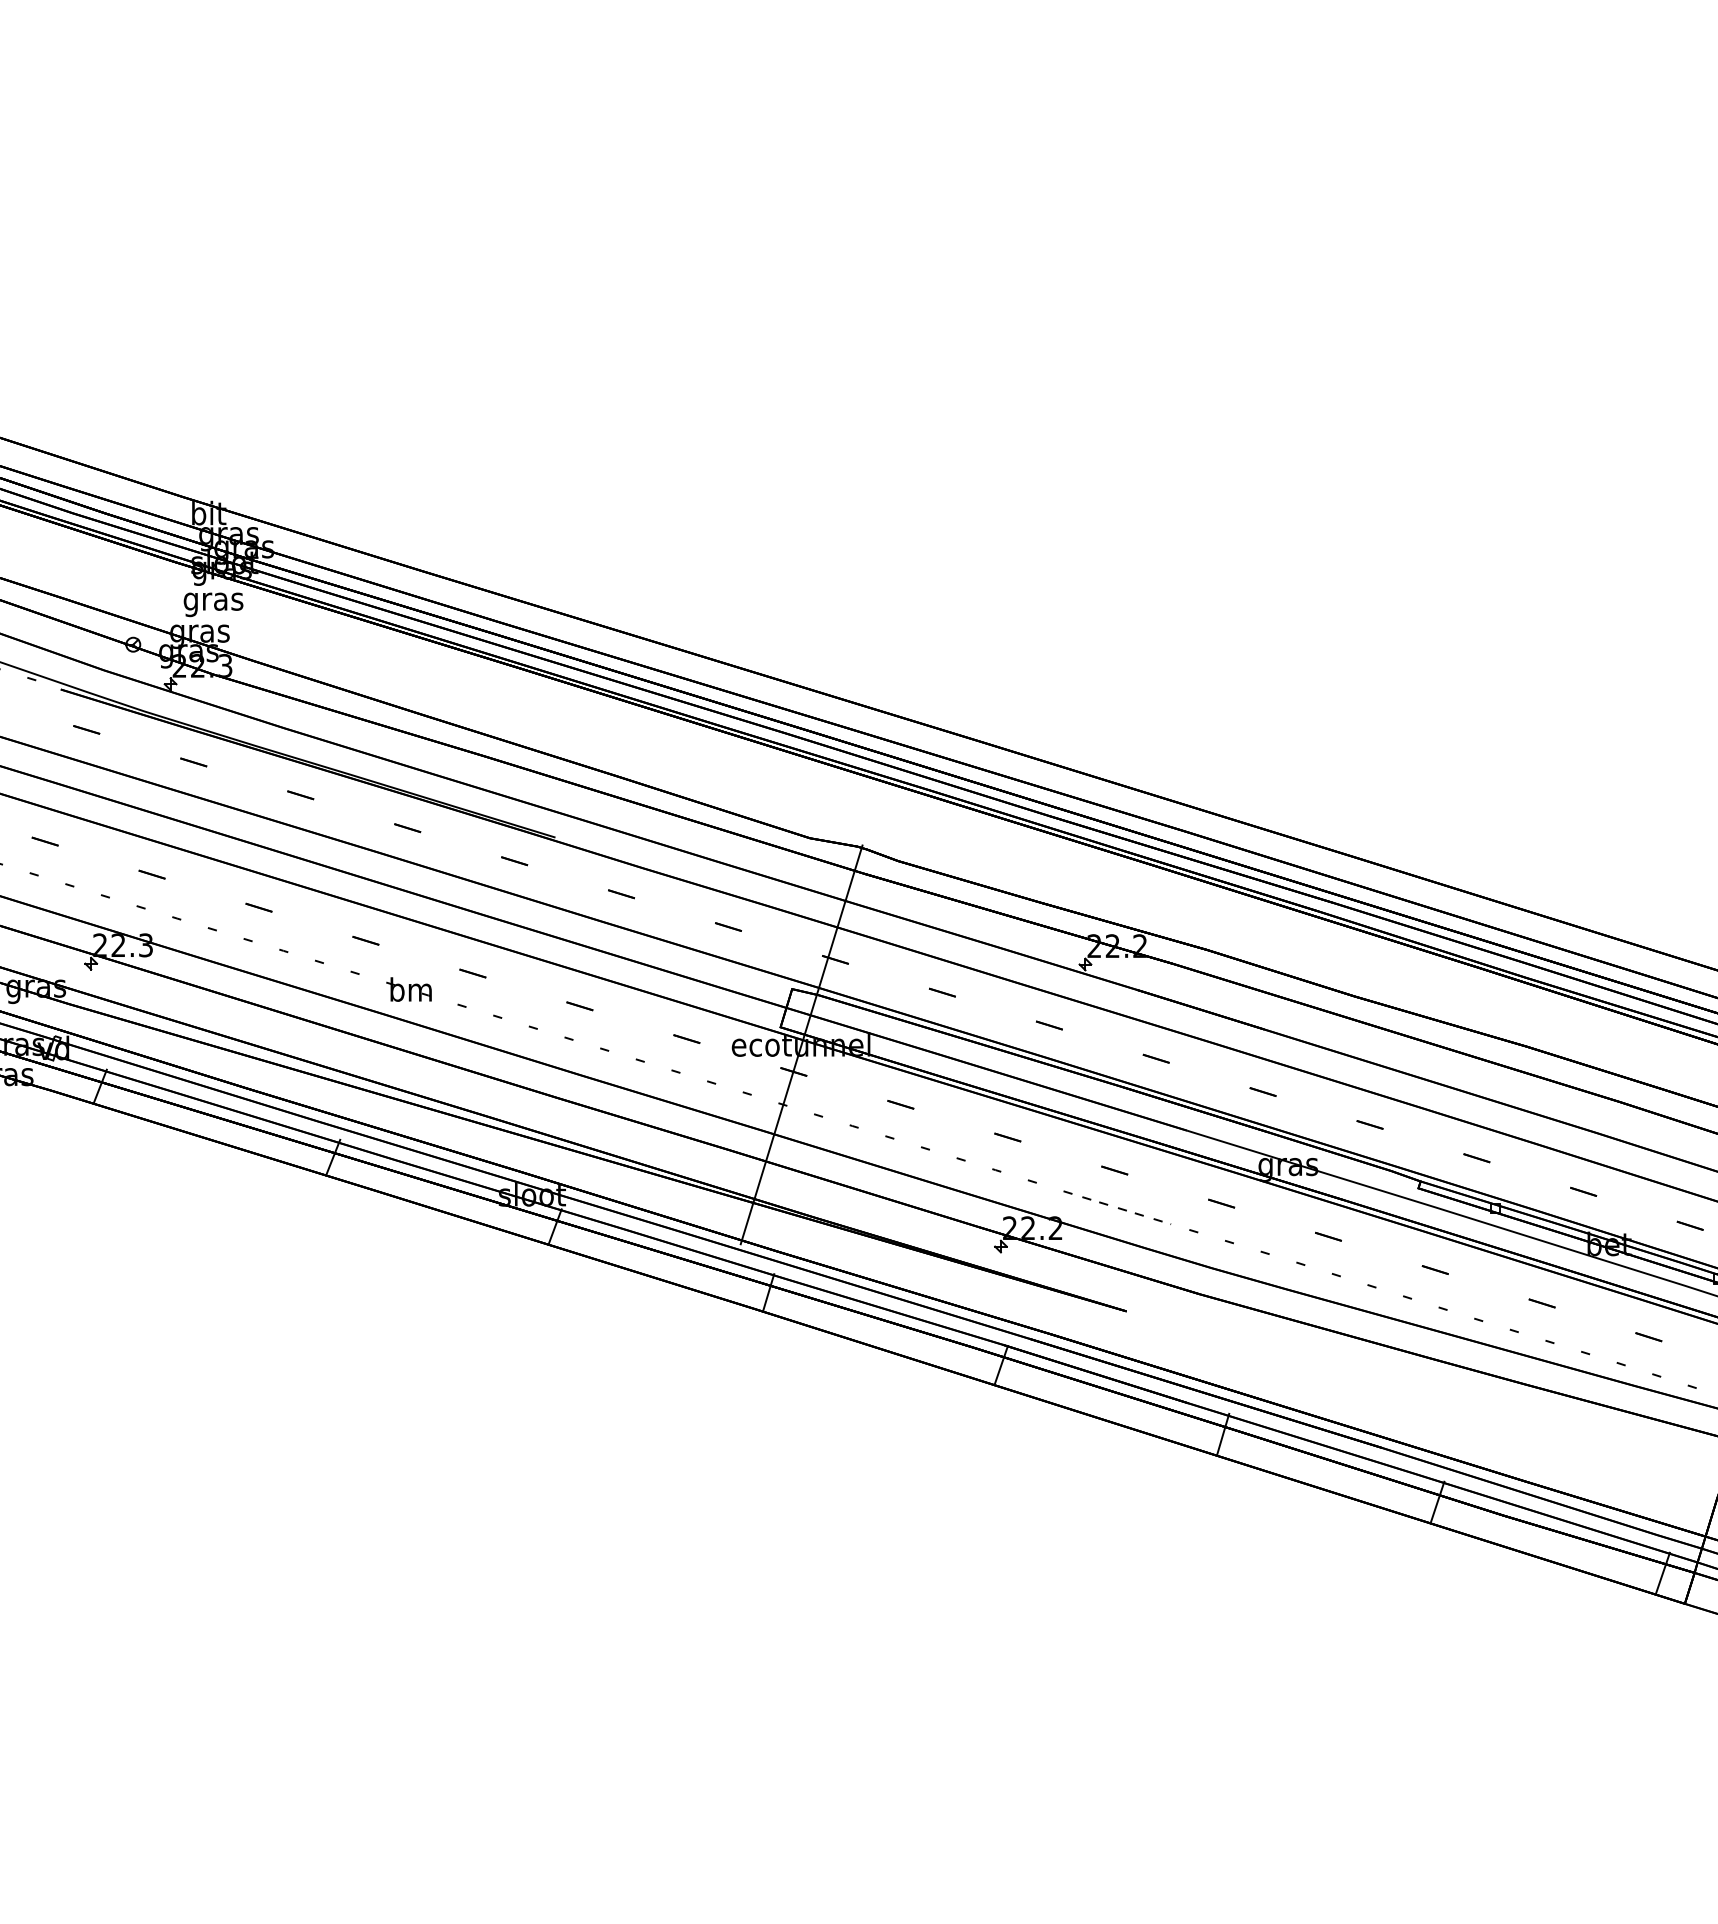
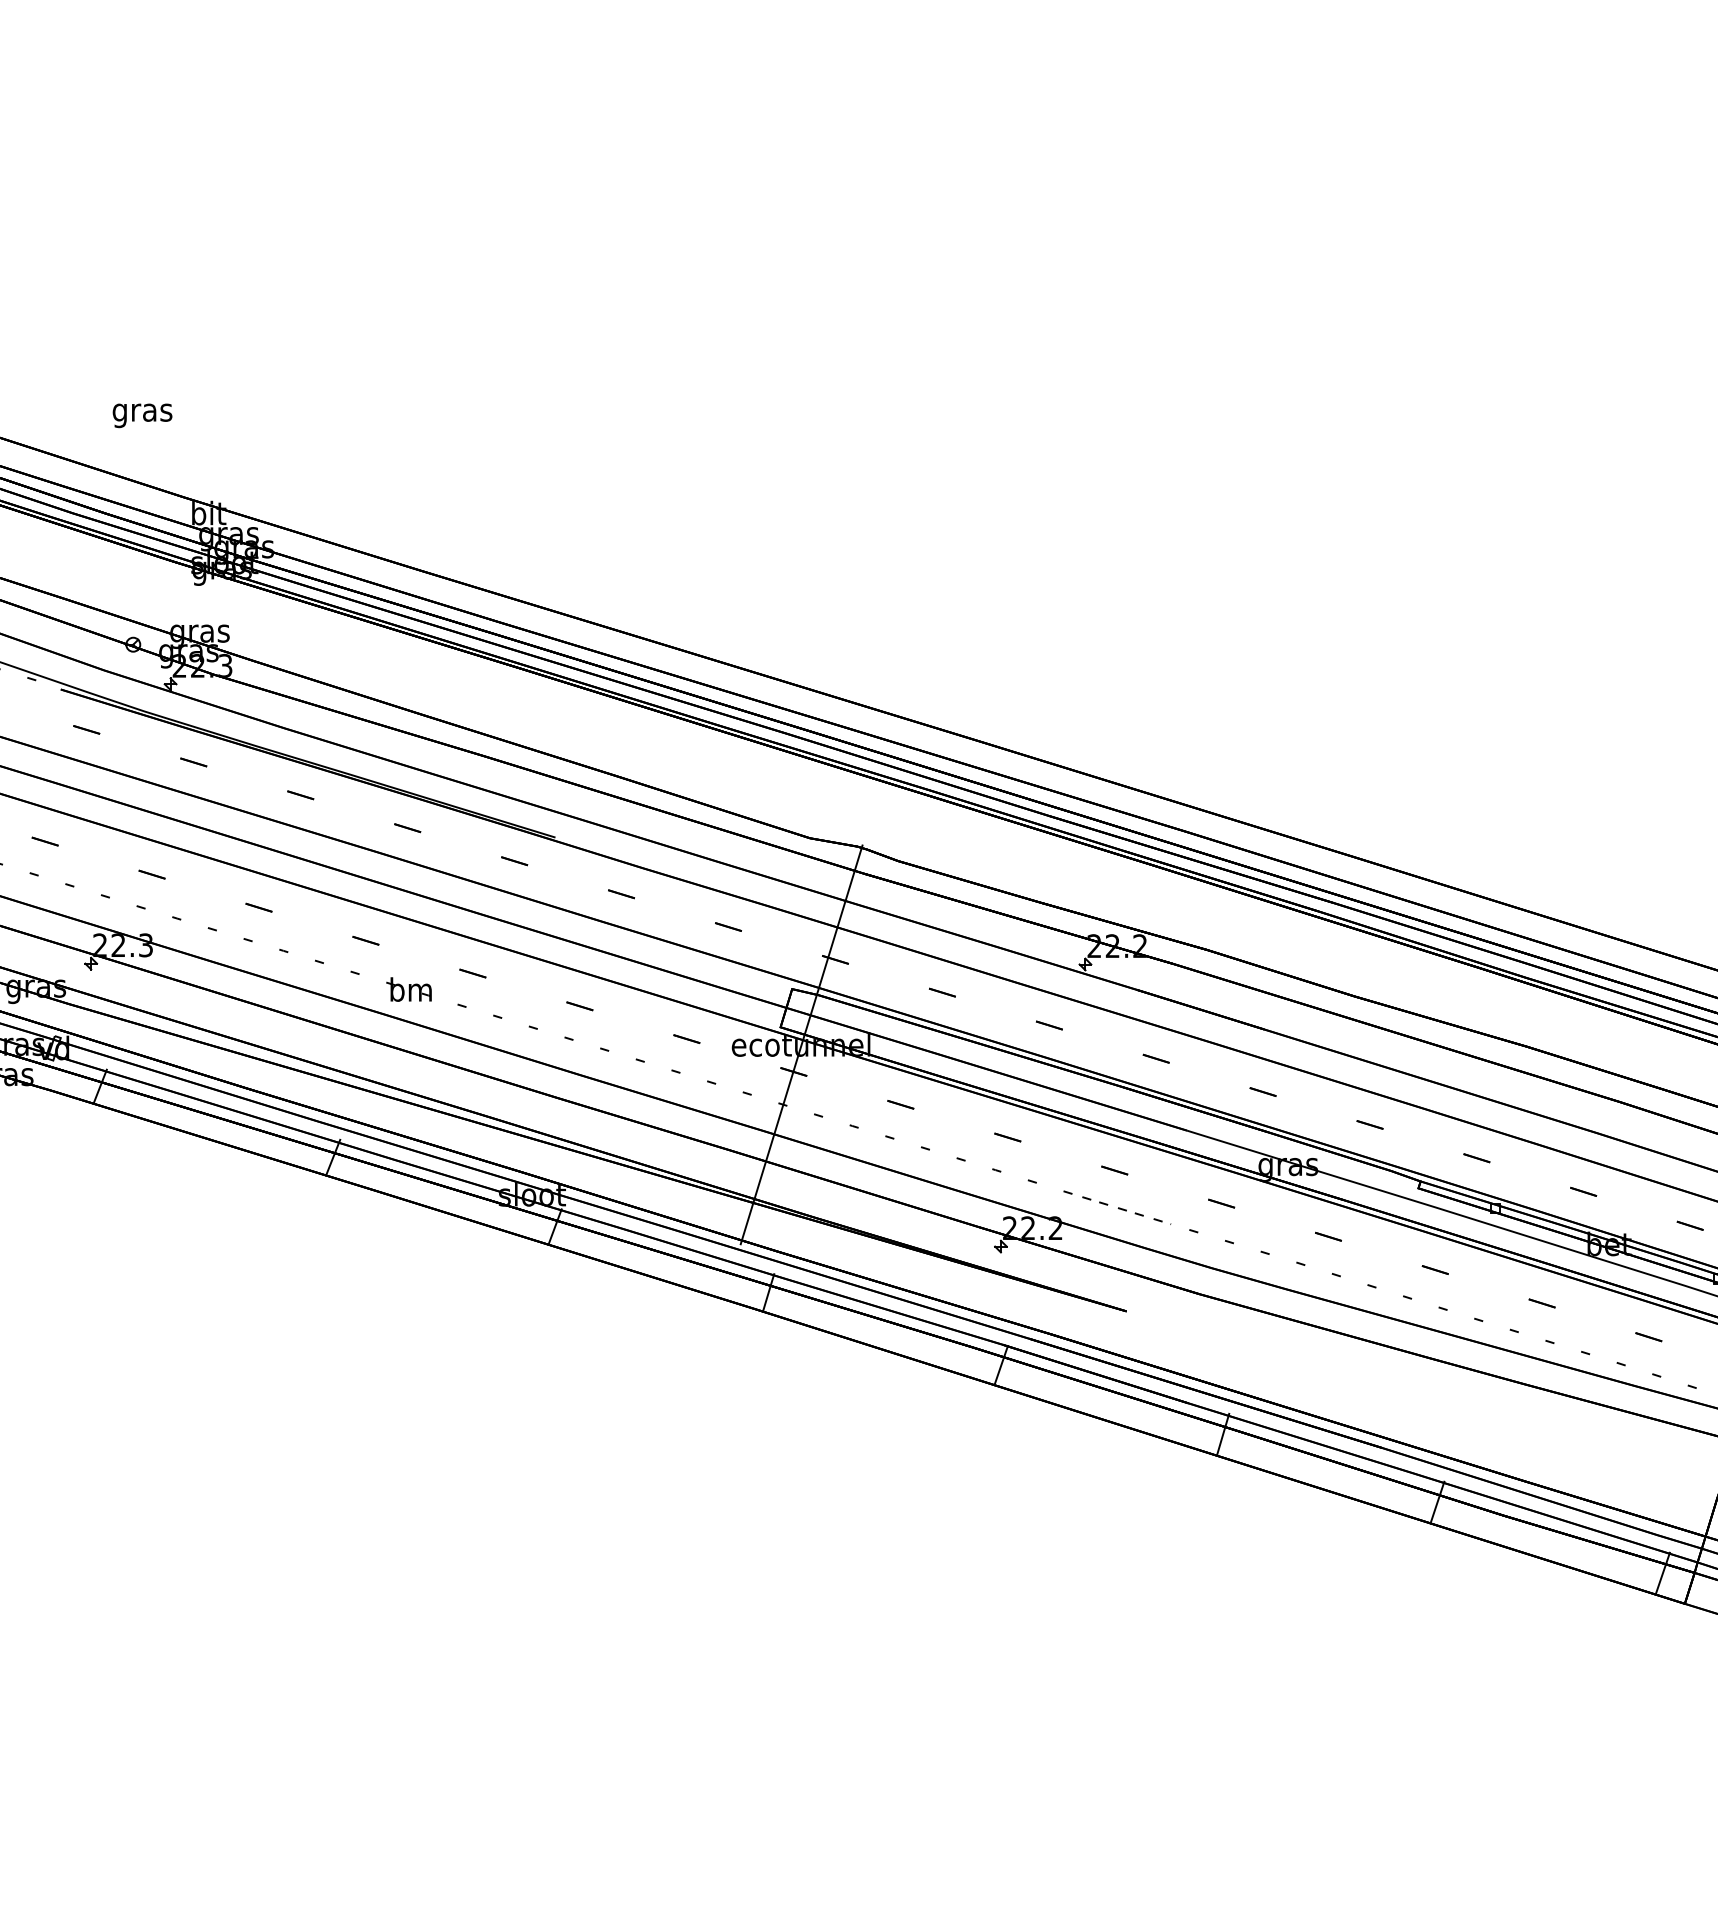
text at (213, 604) position: (213, 604) -> (142, 415)
